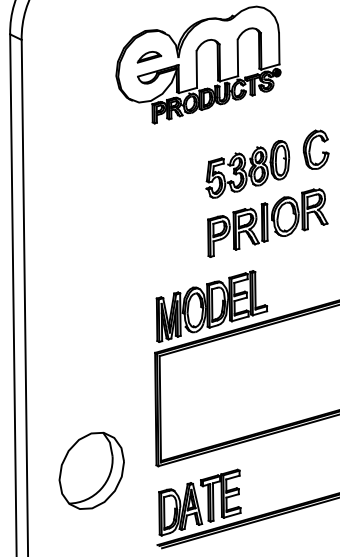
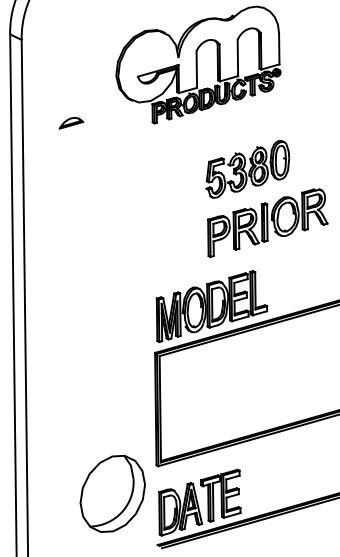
part at (149, 57) position: (149, 57) -> (71, 123)
part at (315, 149): present -> none
part at (91, 470) position: (91, 470) -> (112, 493)
